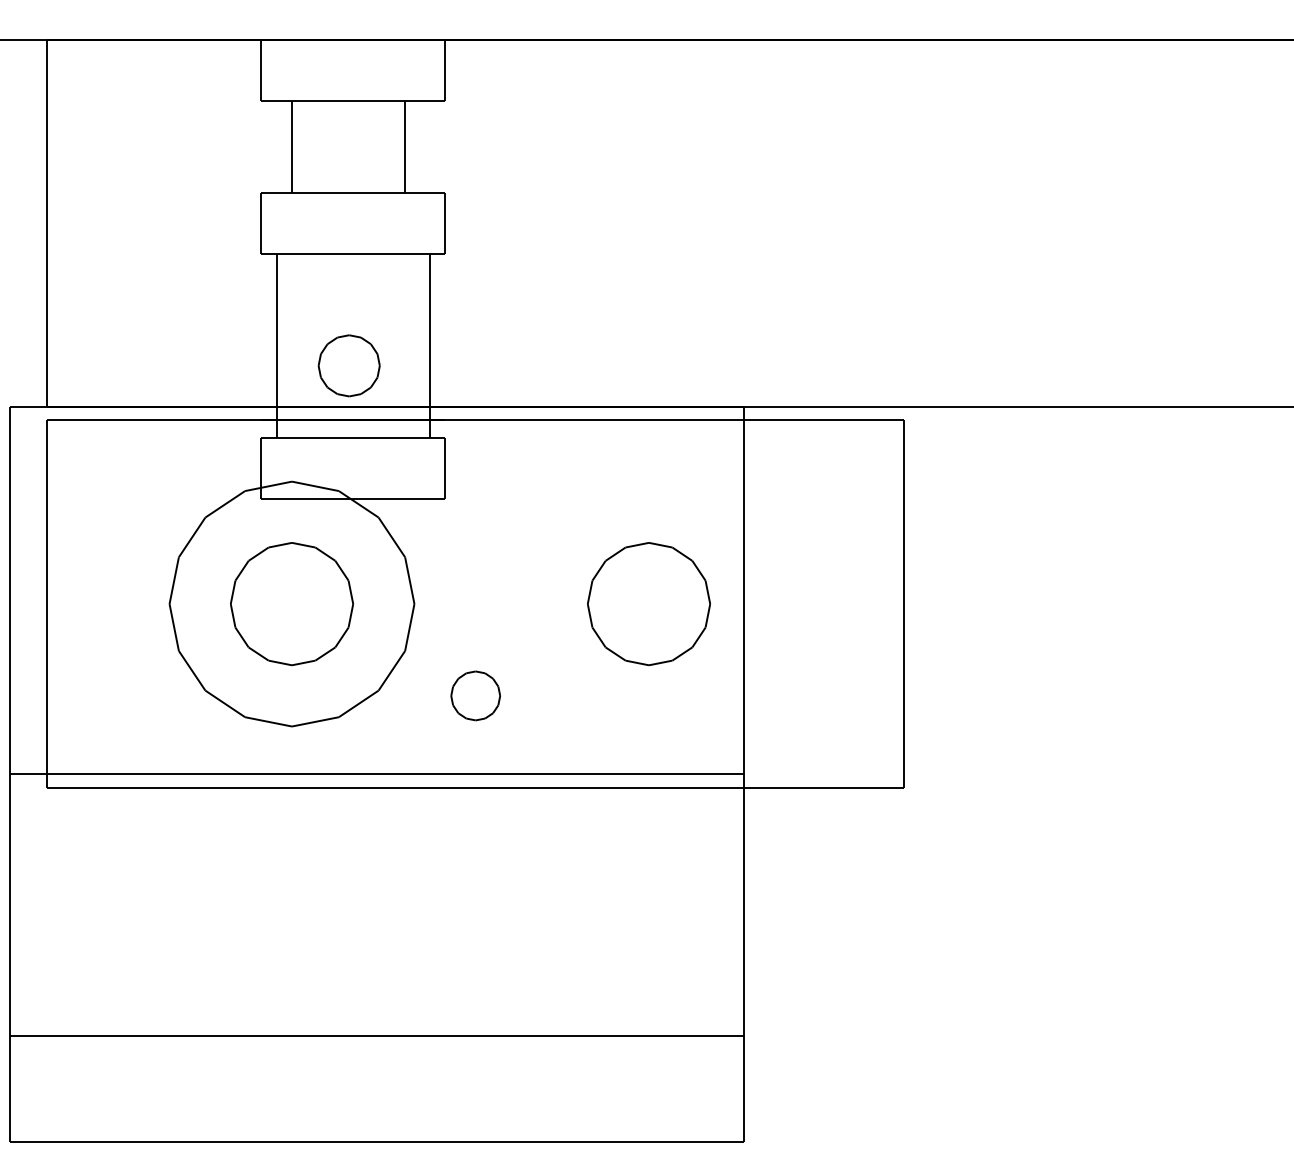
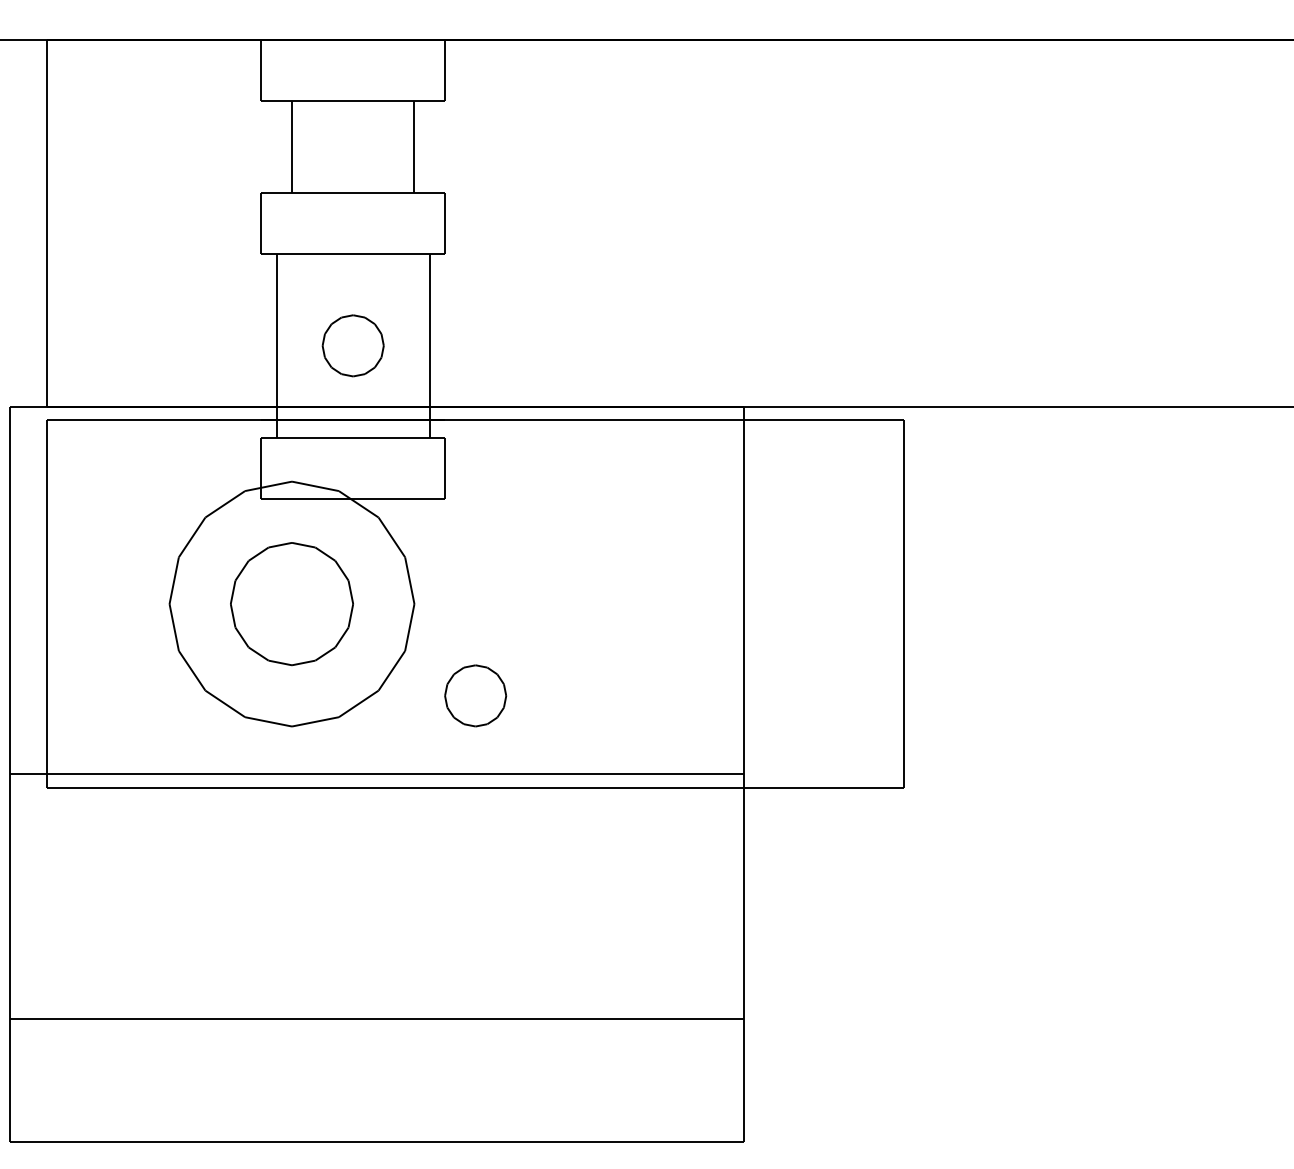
line at (405, 146) position: (405, 146) -> (414, 146)
part at (348, 365) position: (348, 365) -> (352, 345)
part at (648, 604): present -> none
part at (475, 695) size: 51x52 px -> 64x64 px
line at (376, 1036) position: (376, 1036) -> (376, 1019)
